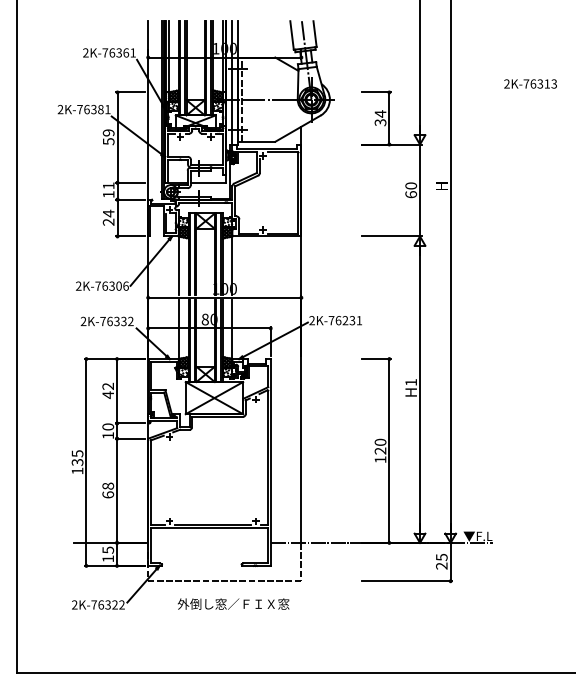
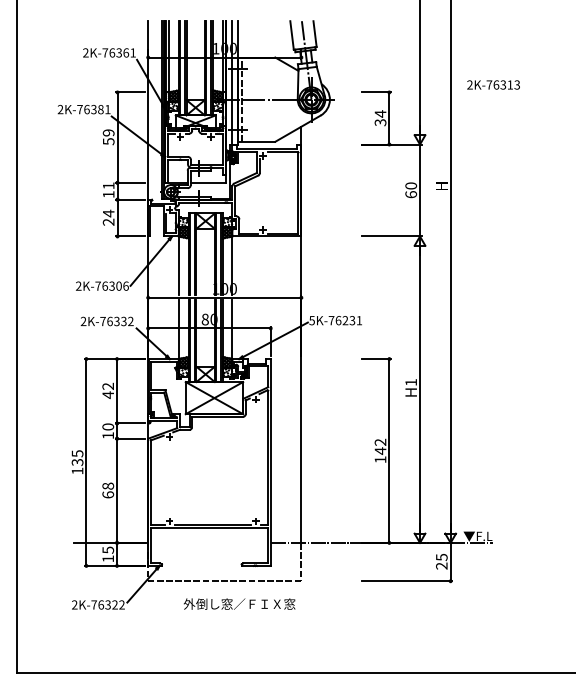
text at (530, 83) position: (530, 83) -> (493, 84)
text at (311, 320): 2K-76231 -> 5K-76231
text at (380, 446): 120 -> 142
text at (233, 603) position: (233, 603) -> (239, 603)
